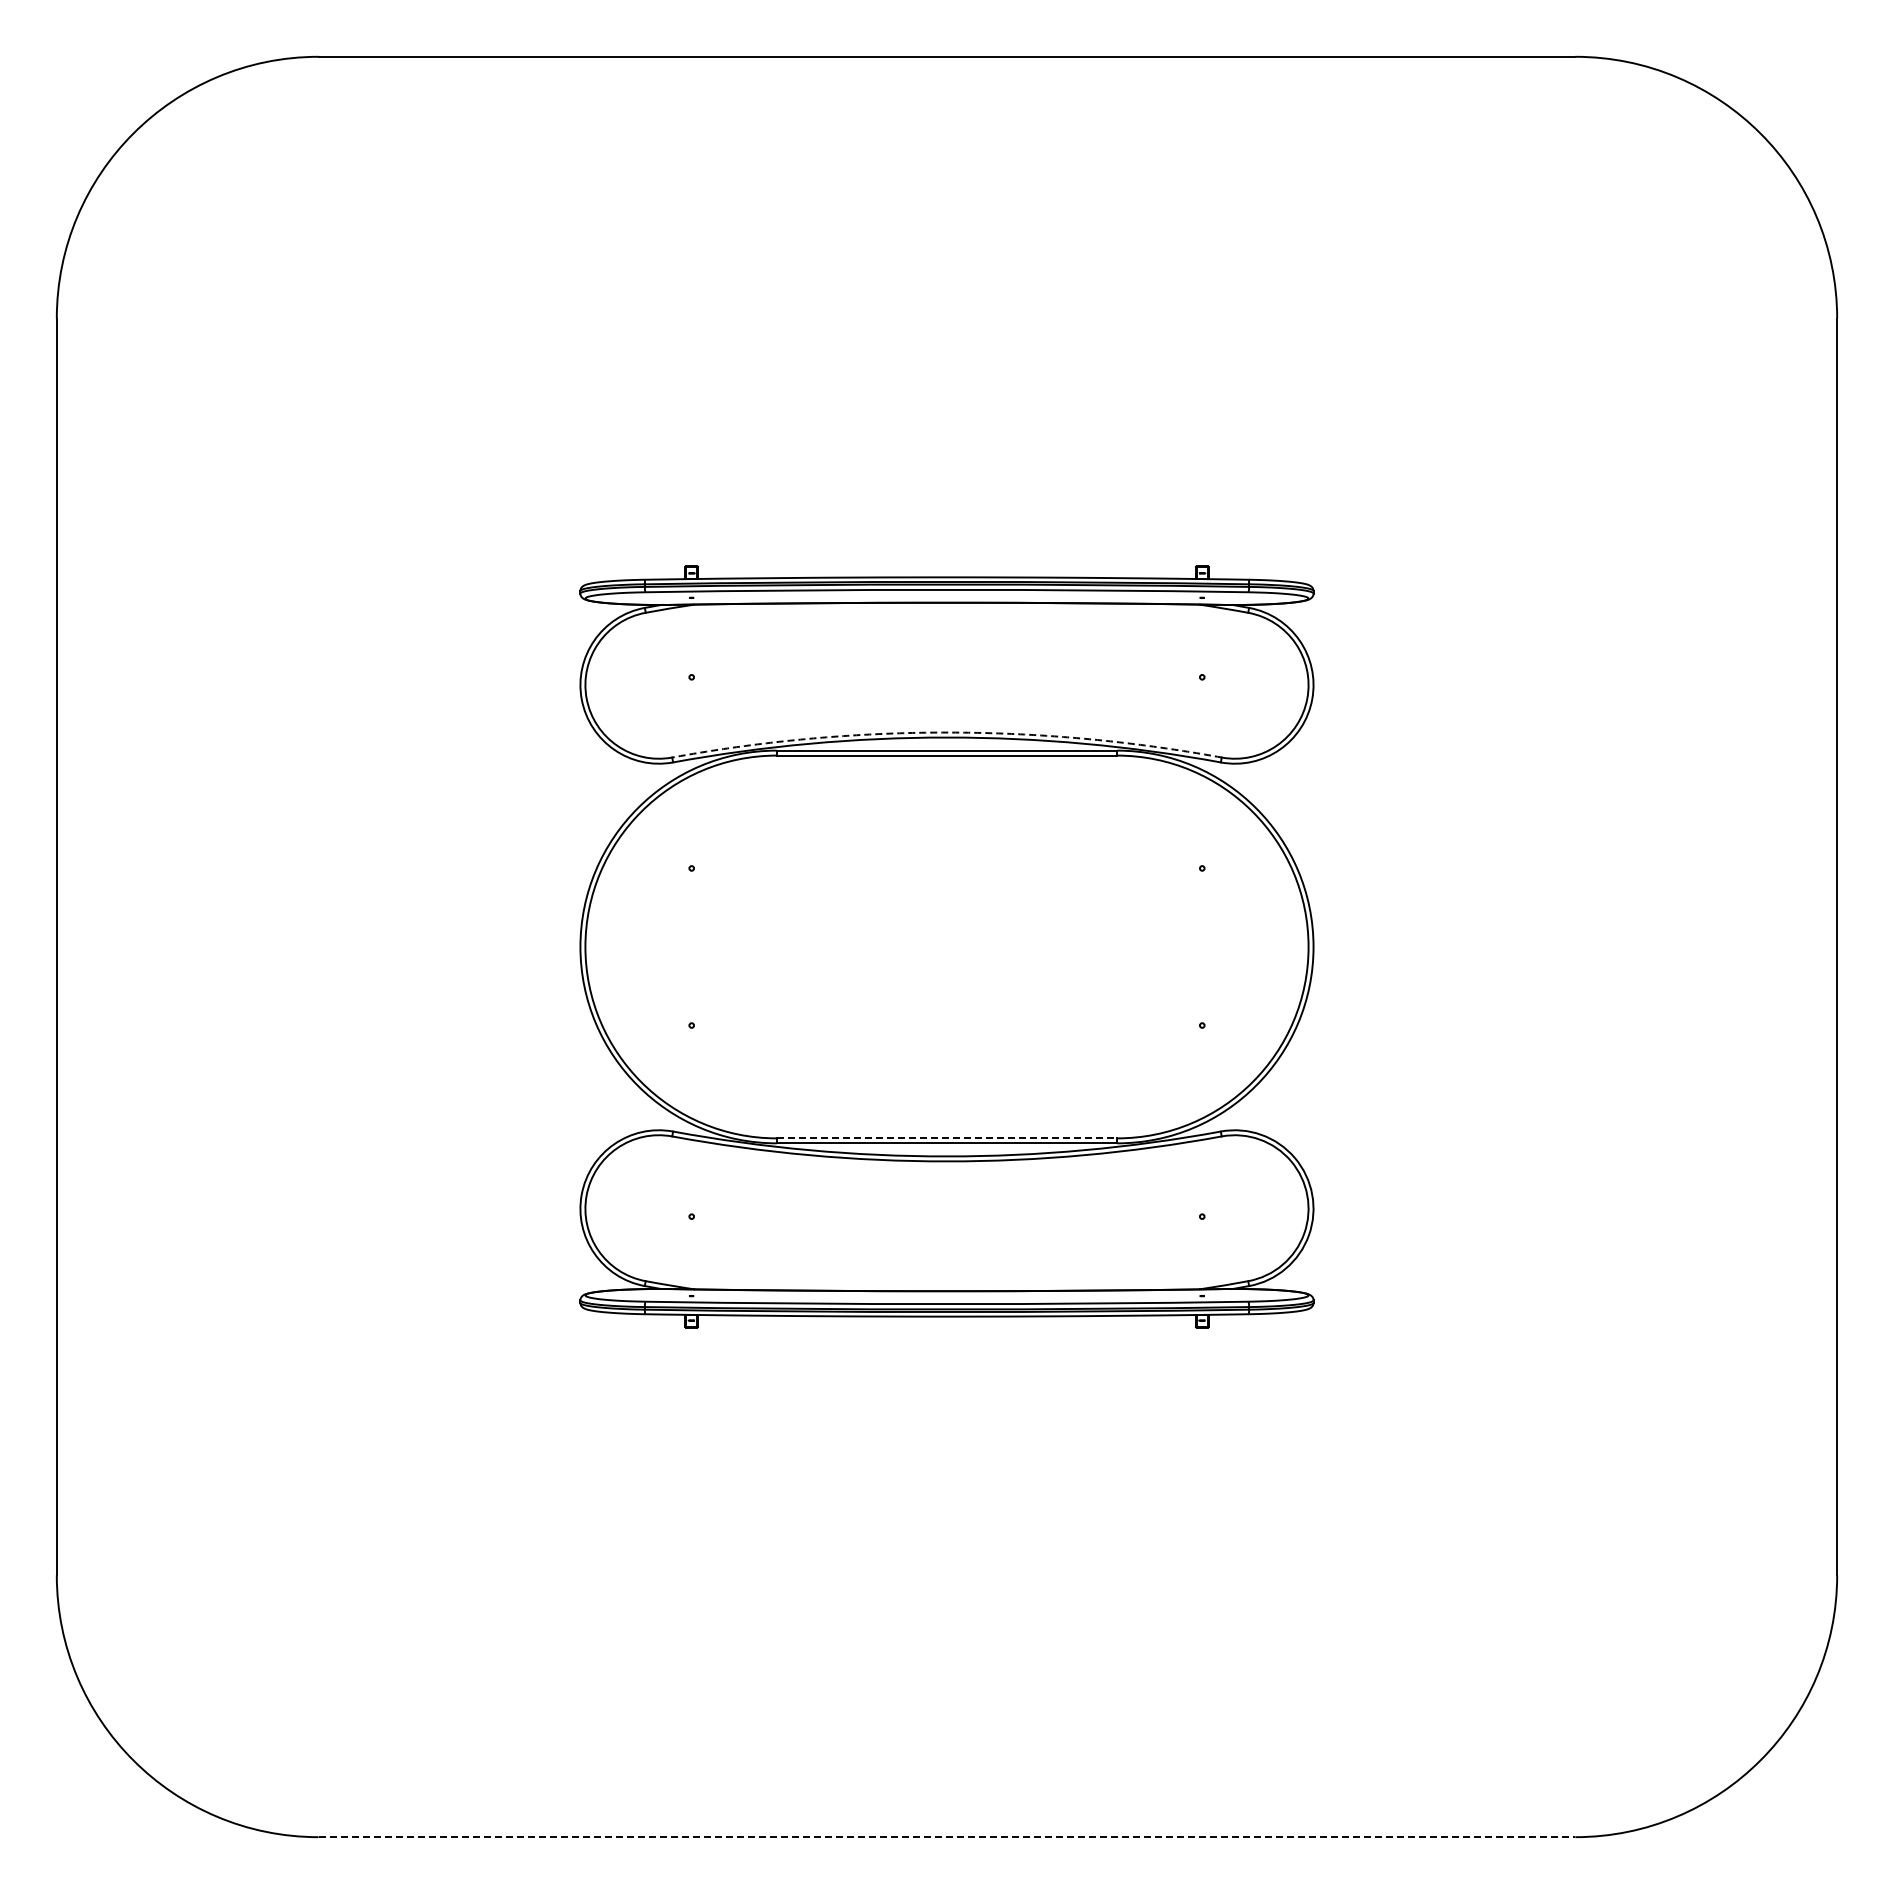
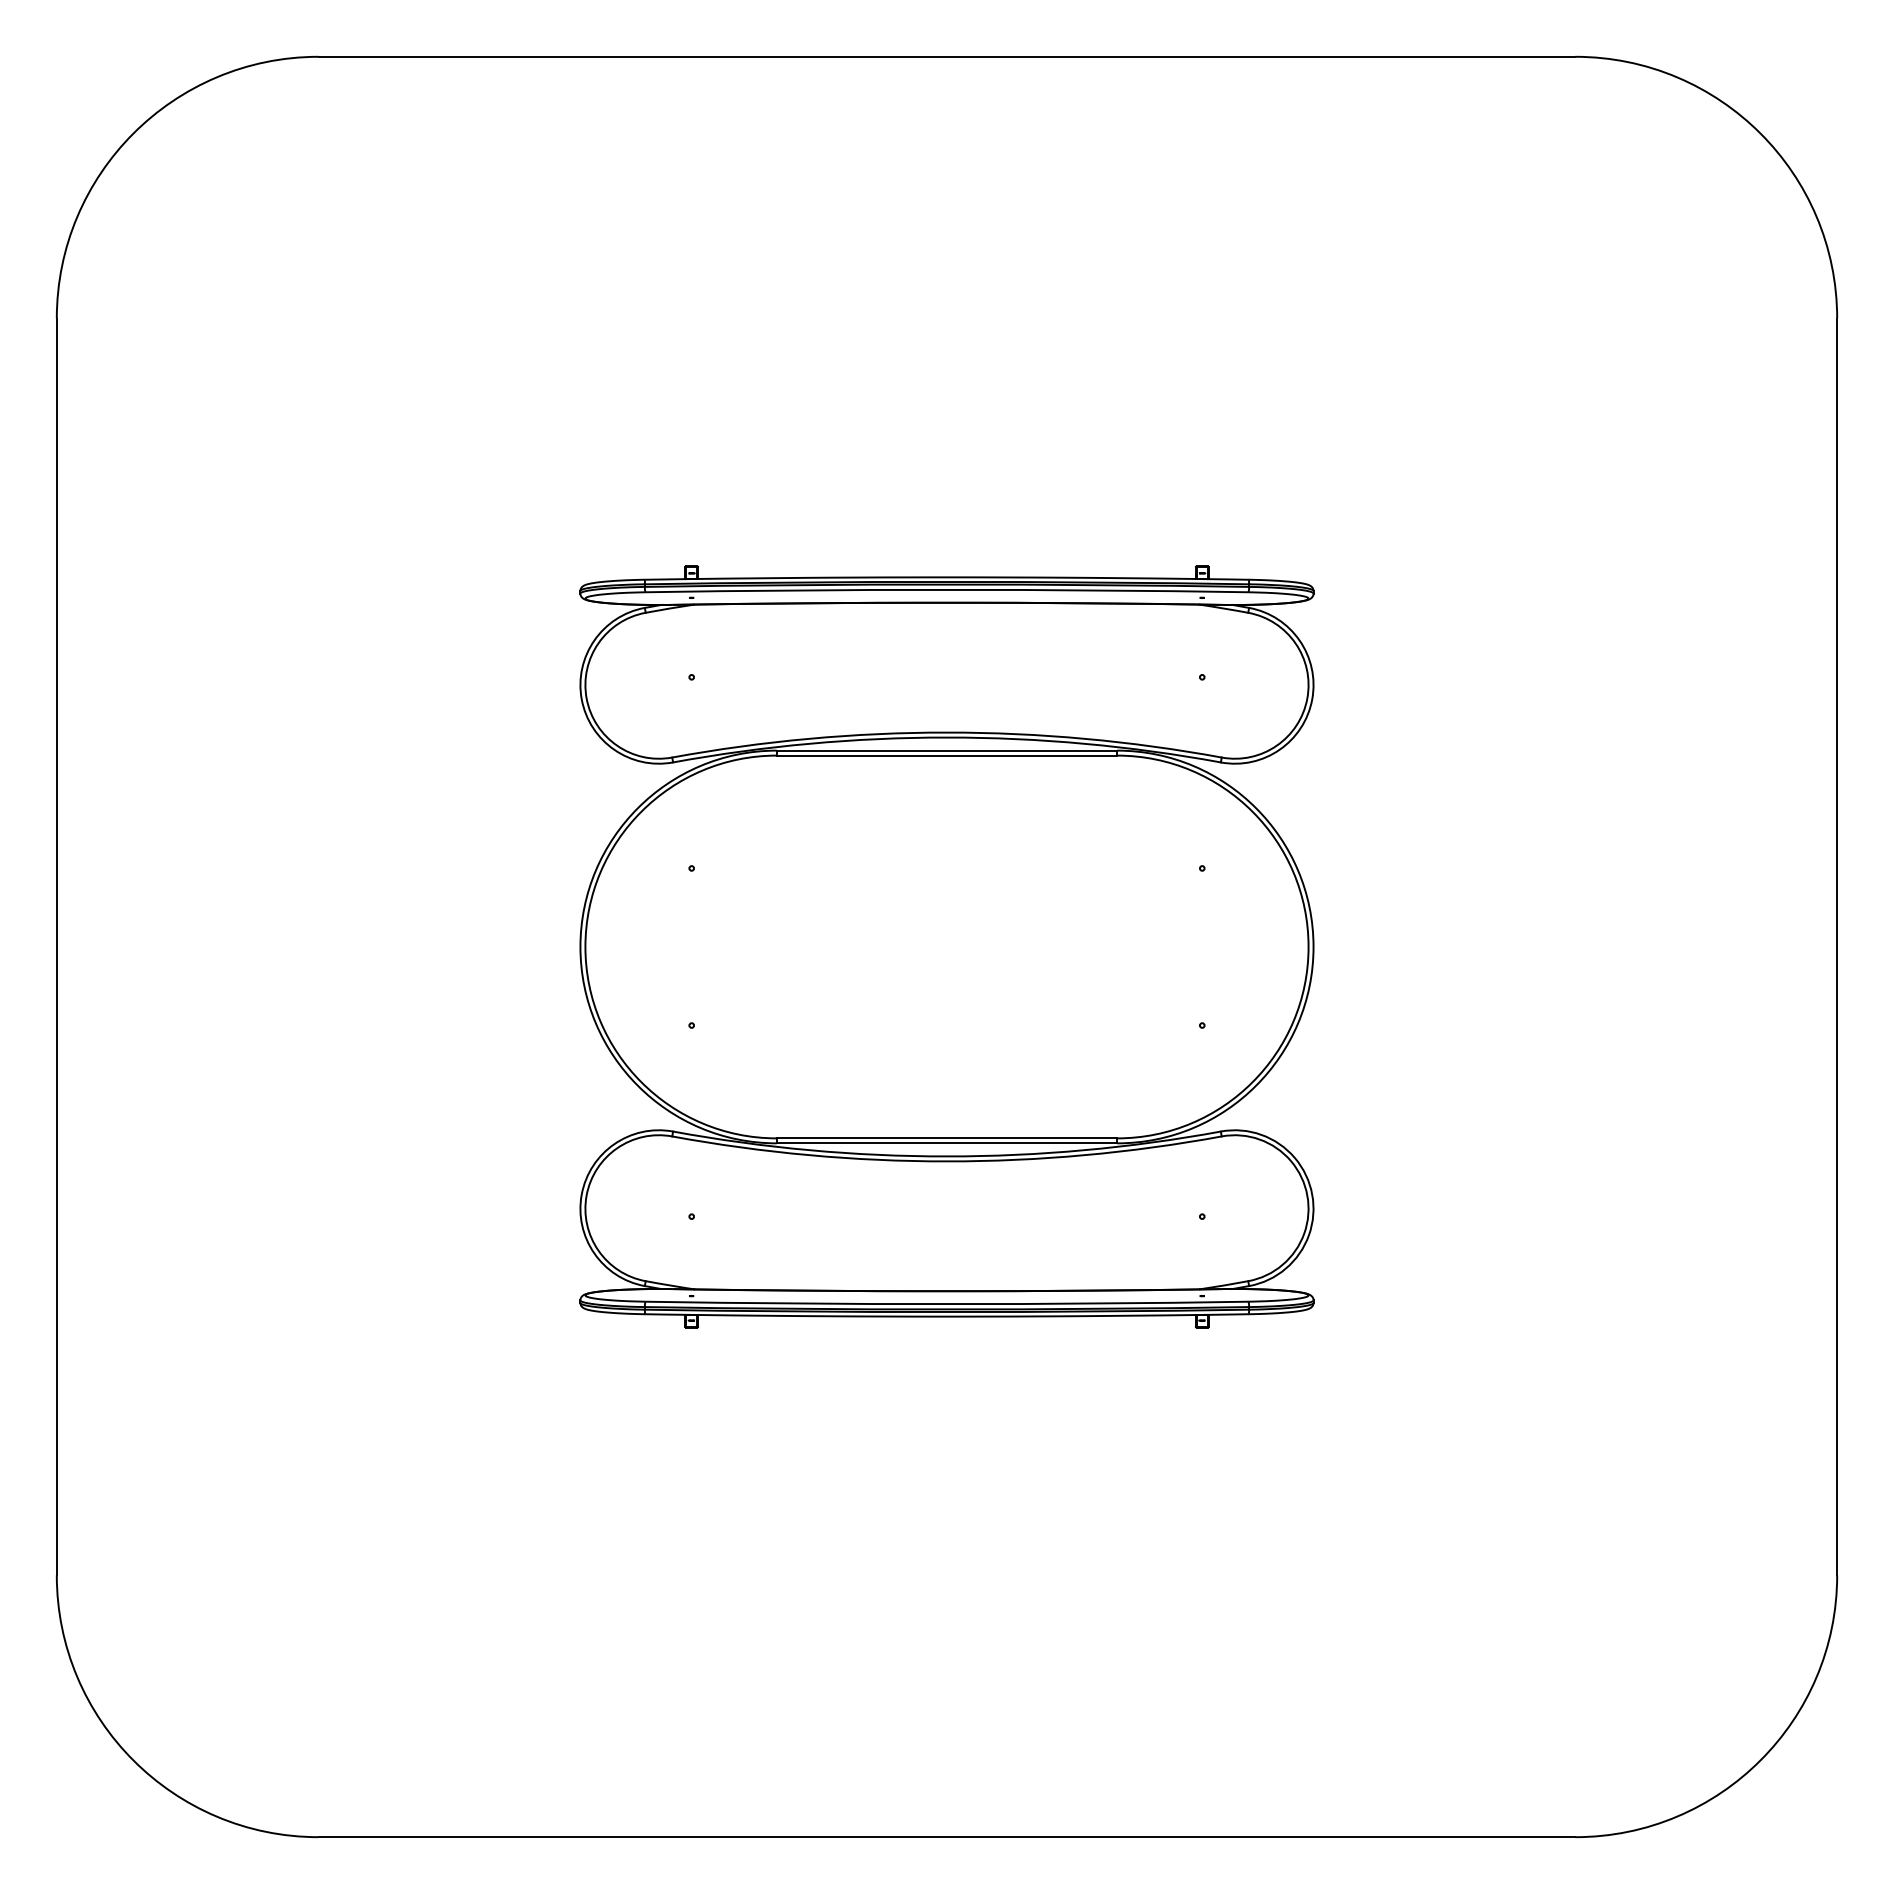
arc at (947, 732): dashed -> solid
line at (947, 1138): dashed -> solid
line at (947, 1837): dashed -> solid
